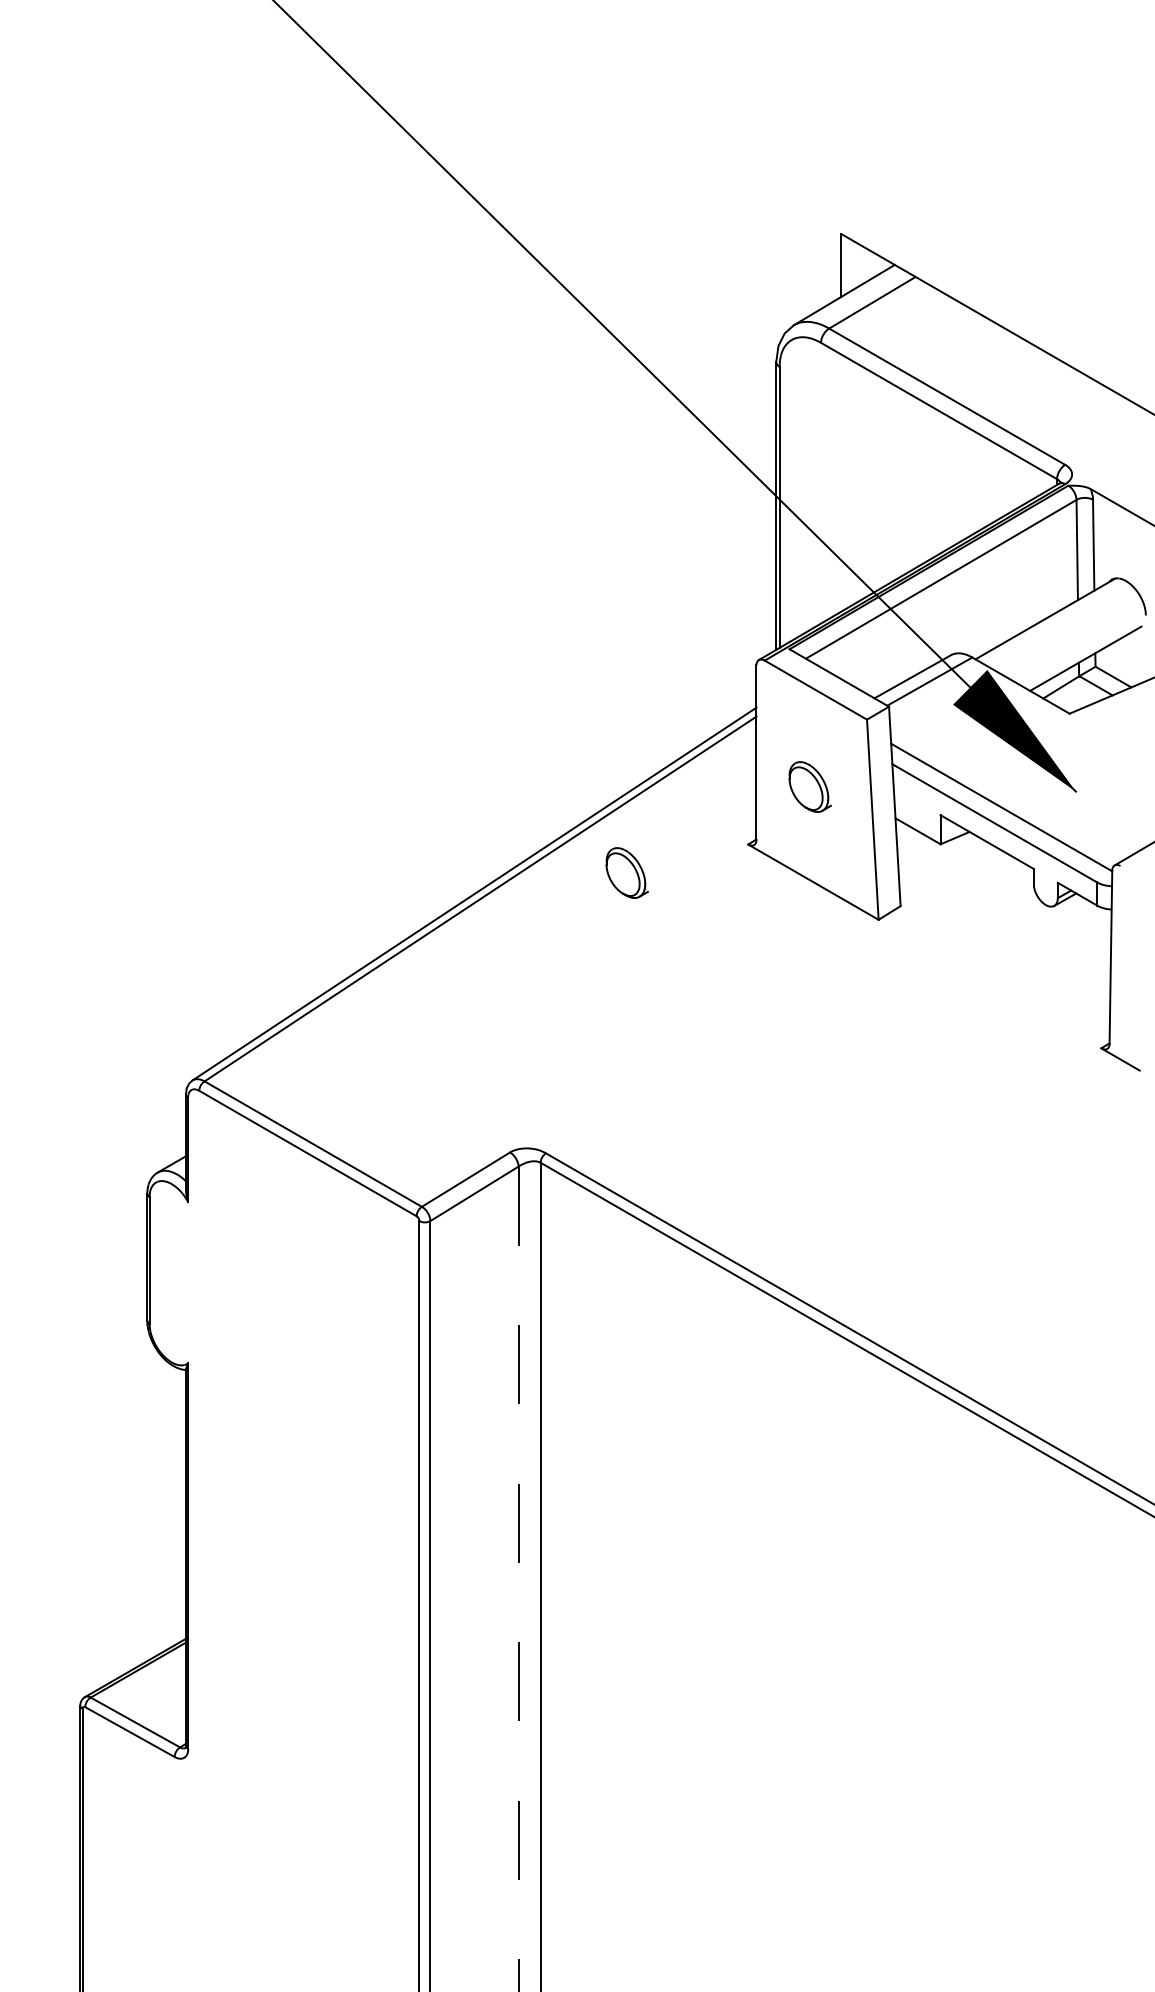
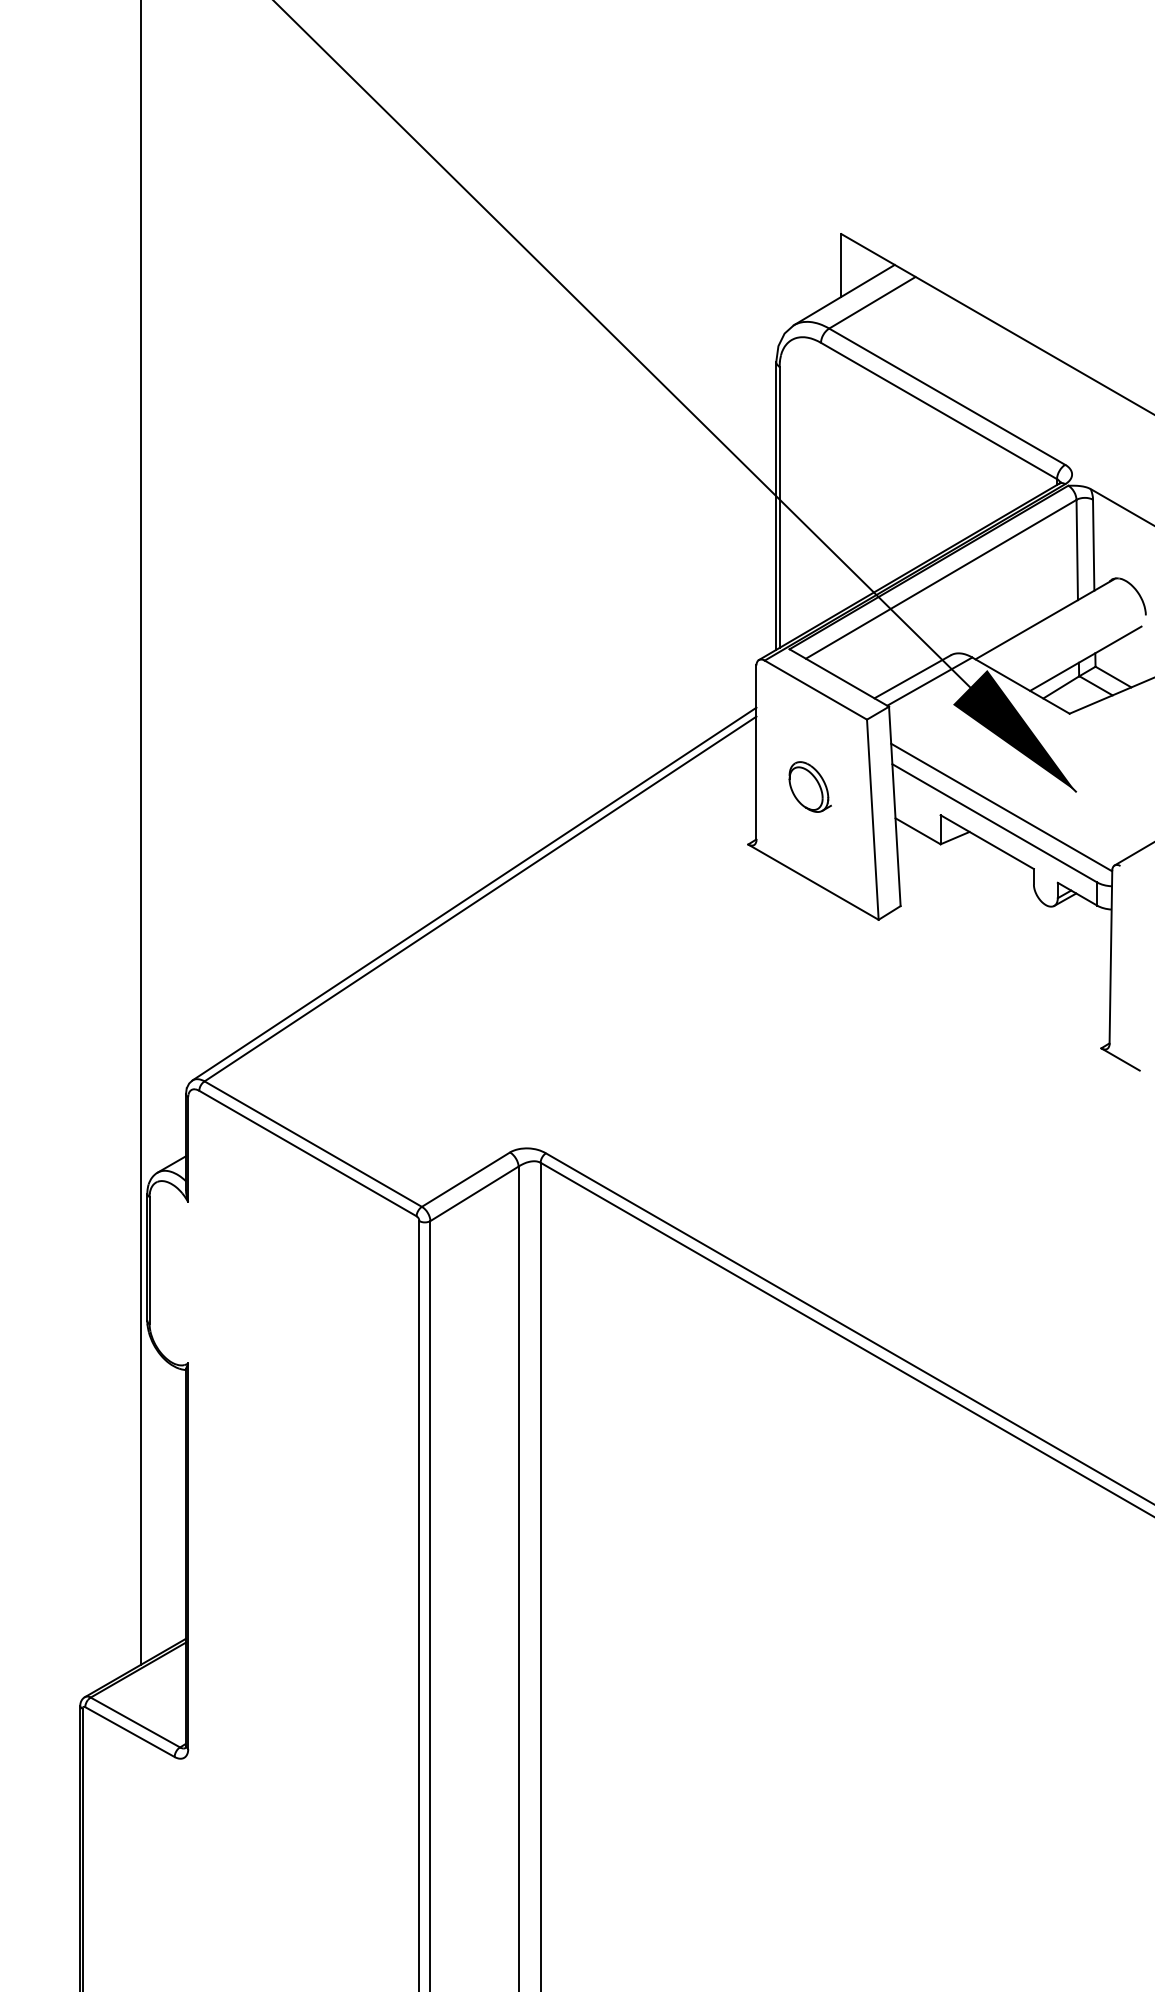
line at (140, 833): none -> present
part at (626, 872): present -> none
line at (518, 1579): dashed -> solid
